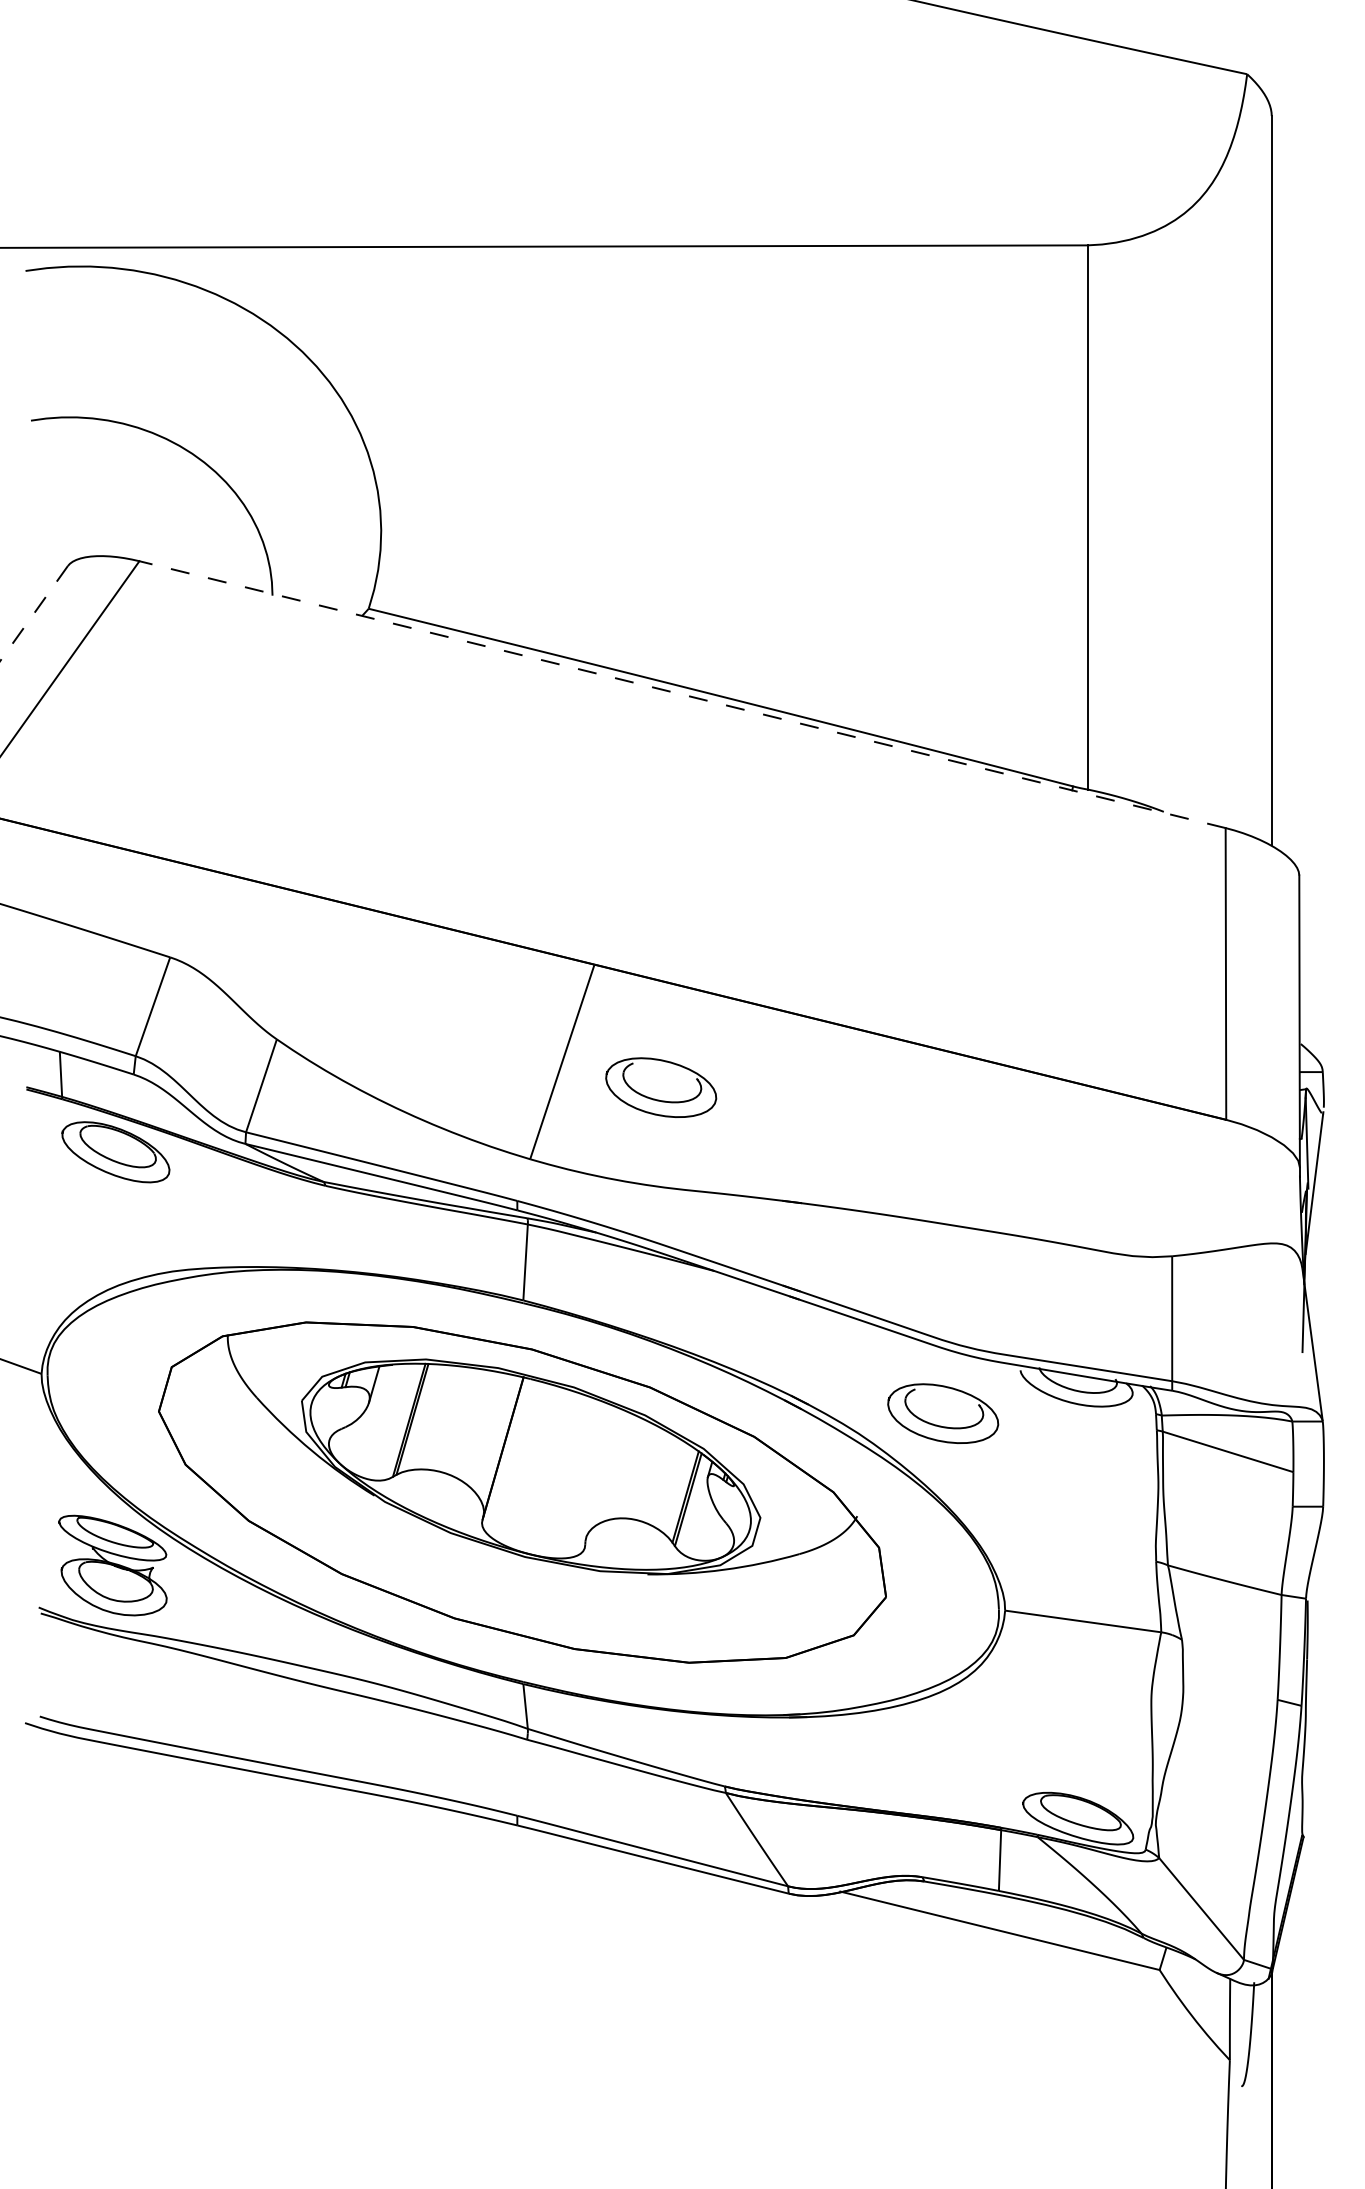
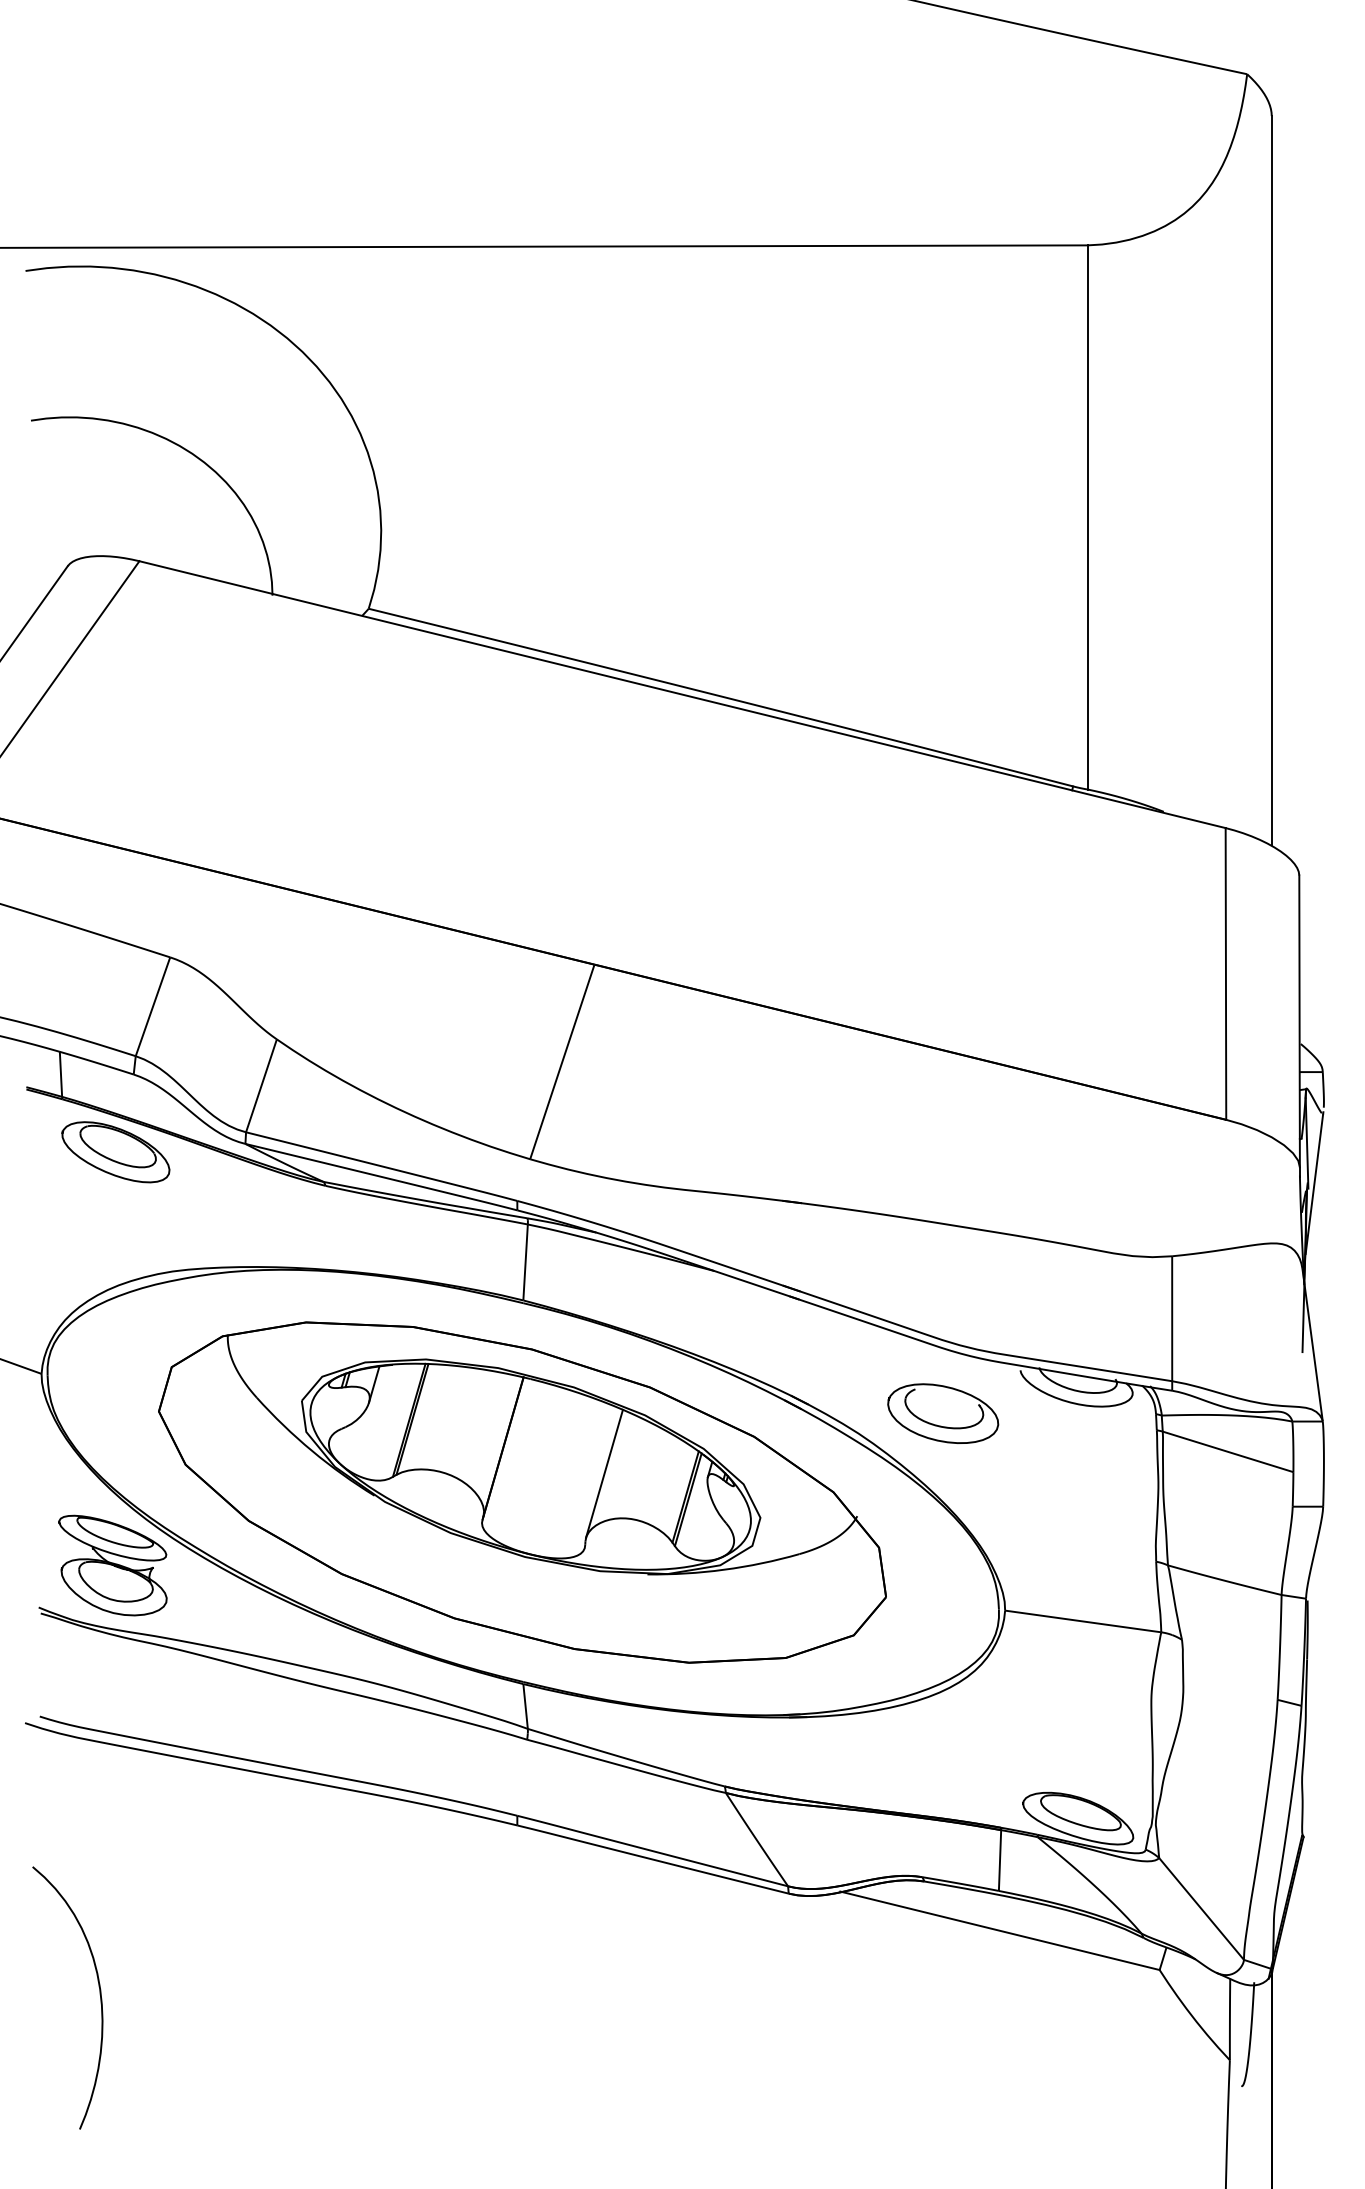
line at (33, 614): dashed -> solid
line at (682, 694): dashed -> solid
part at (661, 1087): present -> none
line at (604, 1473): none -> present
curve at (99, 1994): none -> present
